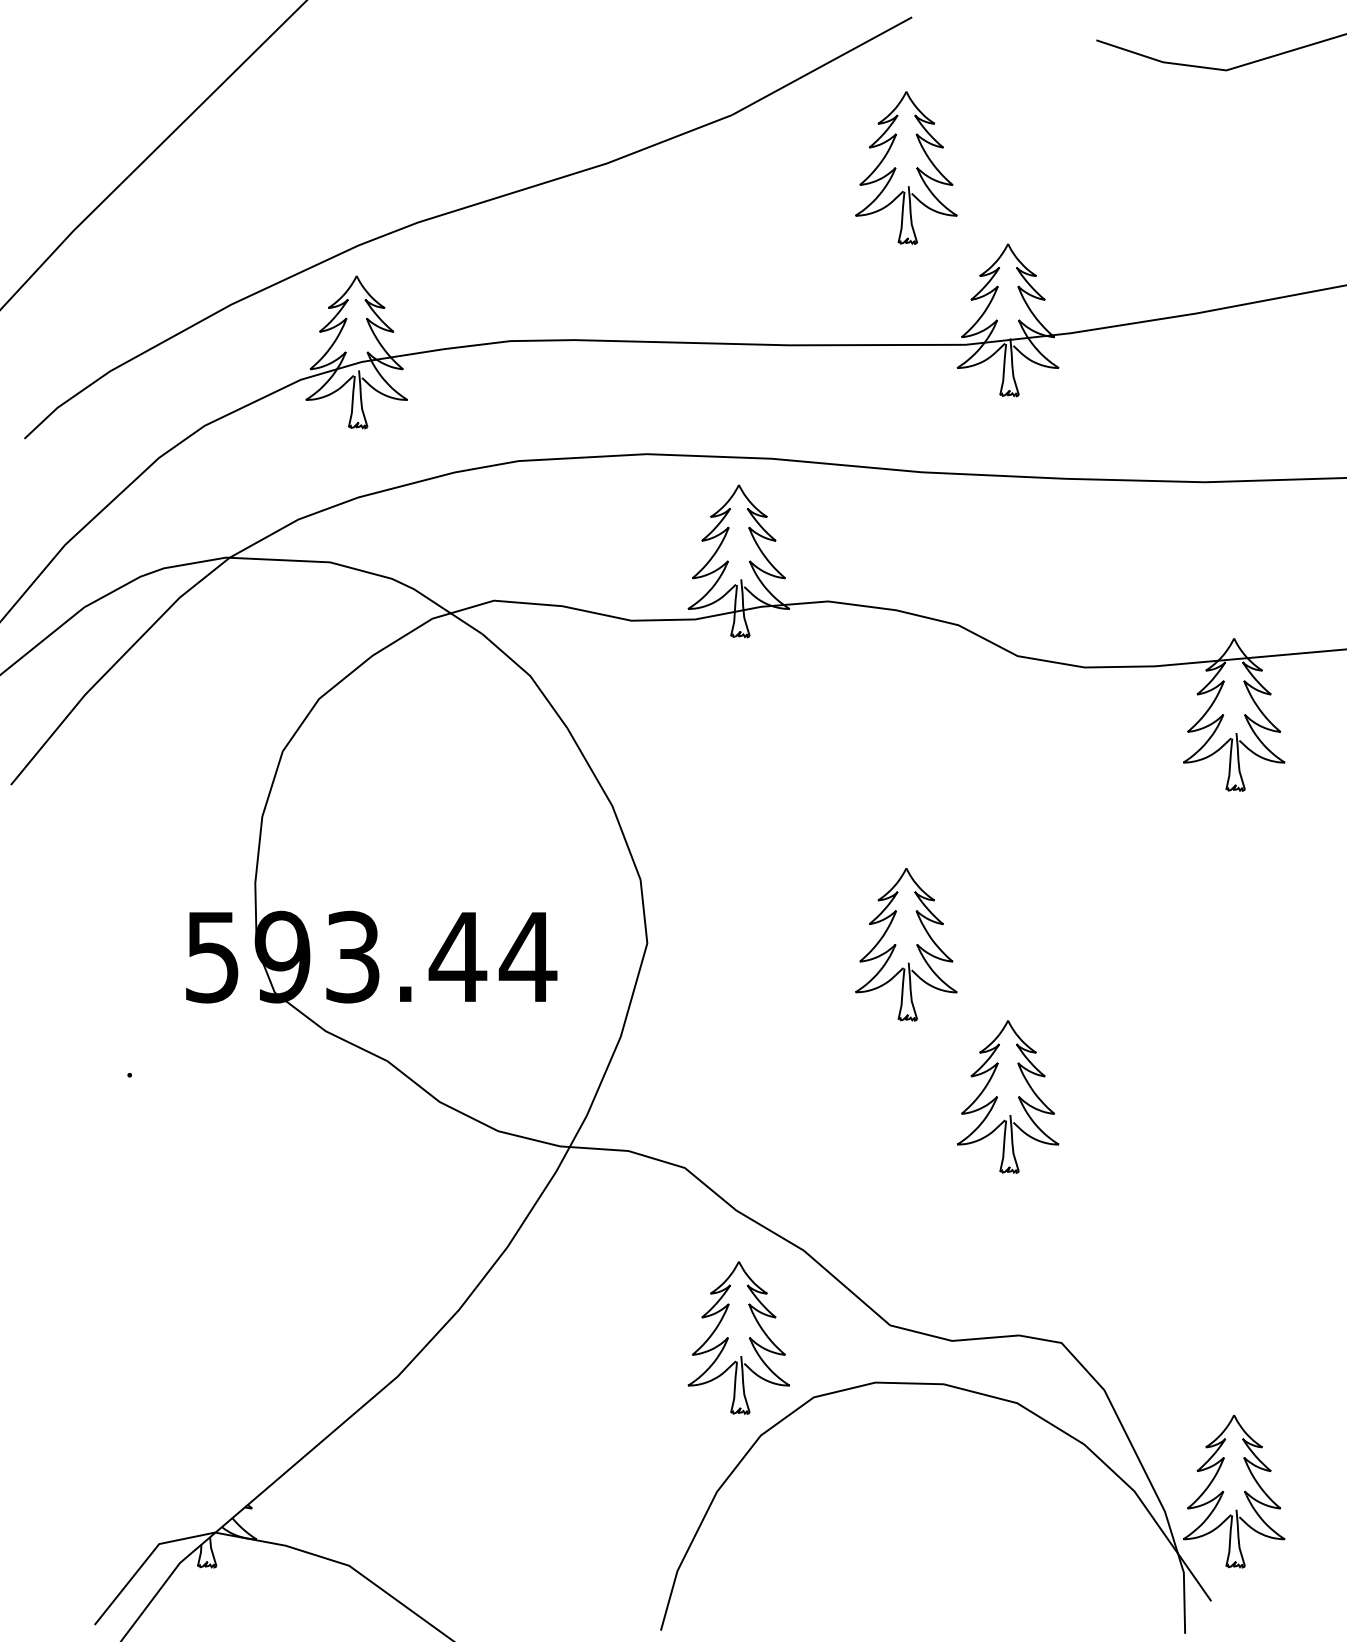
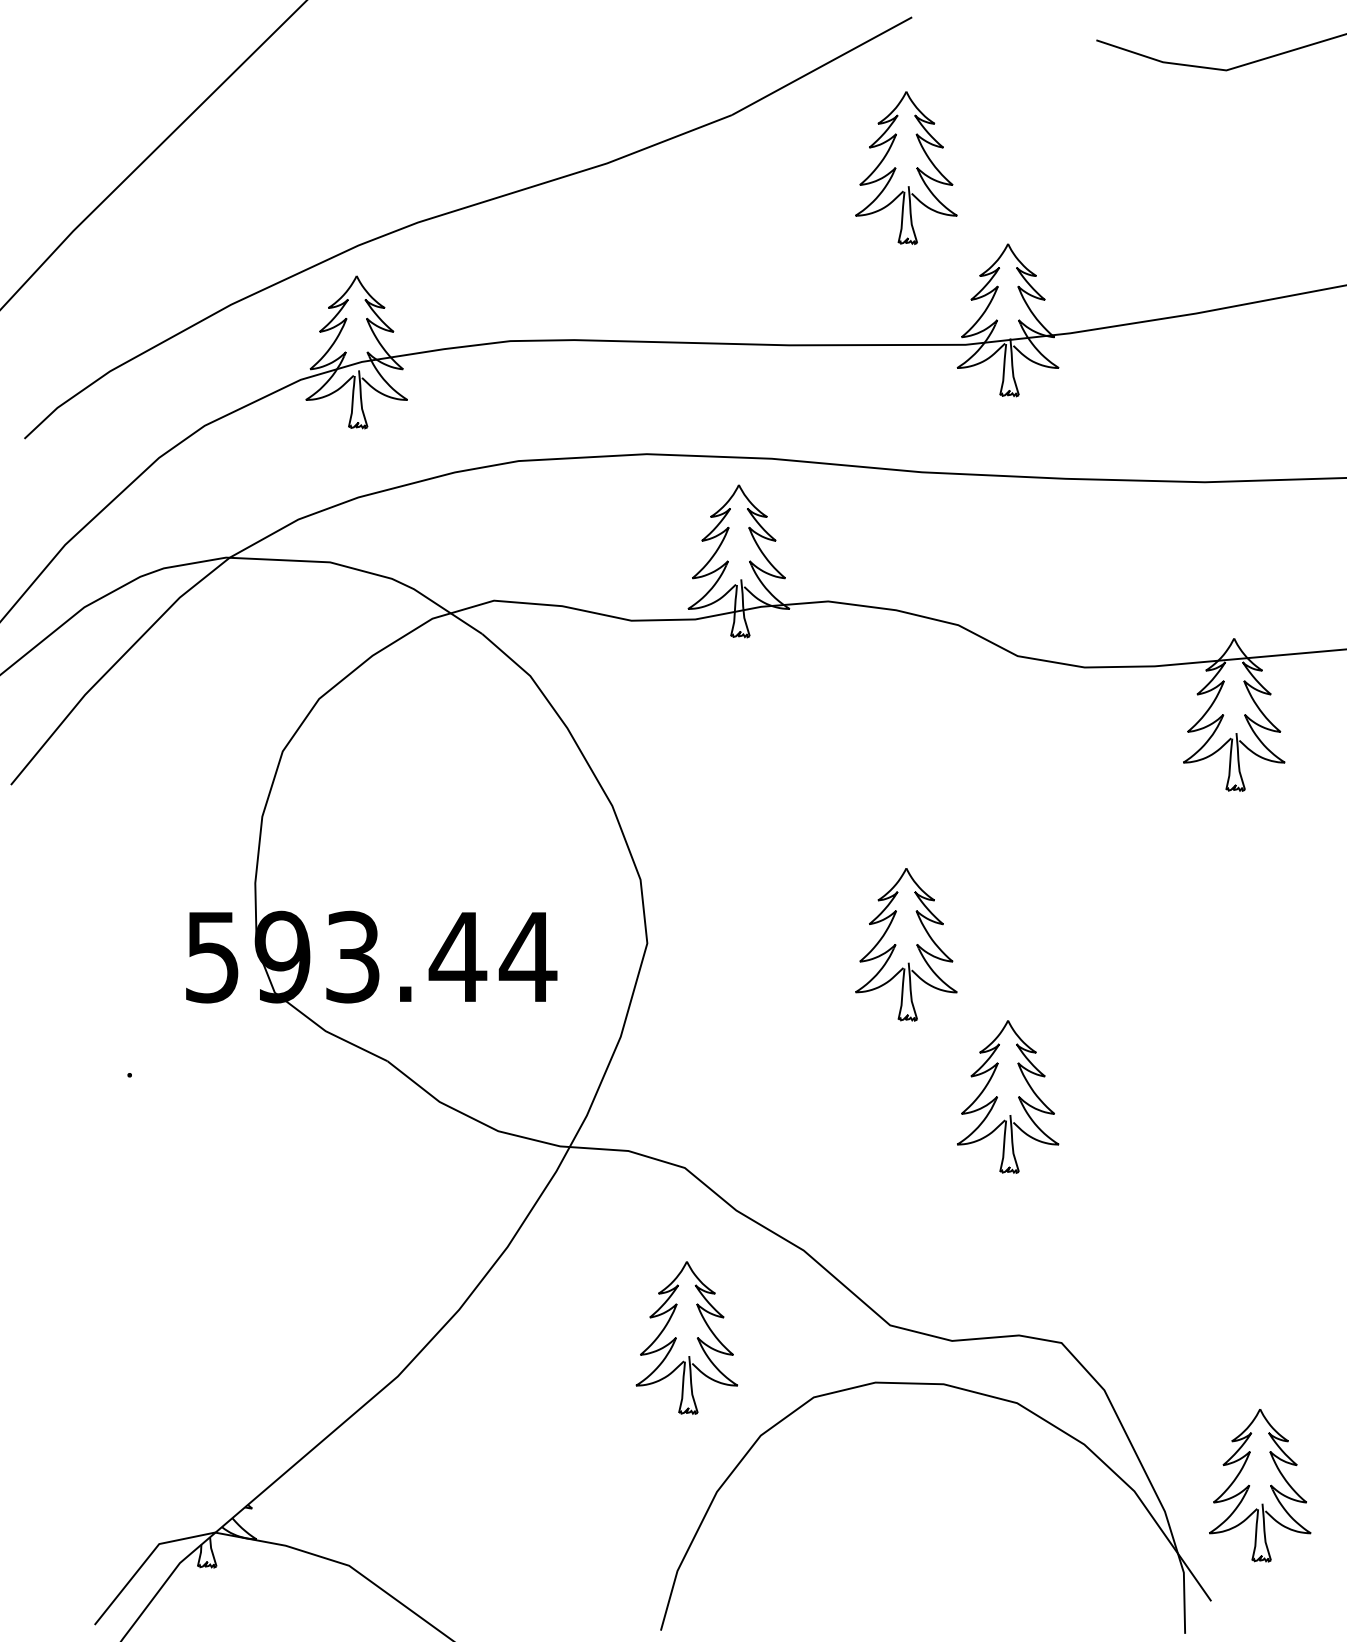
part at (728, 1337) position: (728, 1337) -> (676, 1337)
part at (1234, 1491) position: (1234, 1491) -> (1260, 1485)
